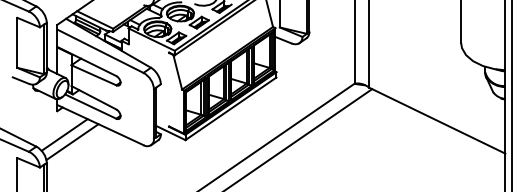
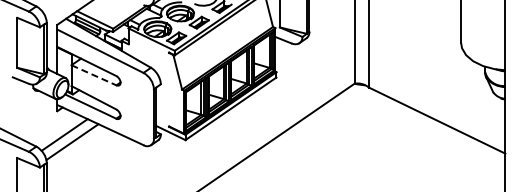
line at (93, 75): solid -> dashed
line at (512, 95): present -> none
line at (299, 138): present -> none
